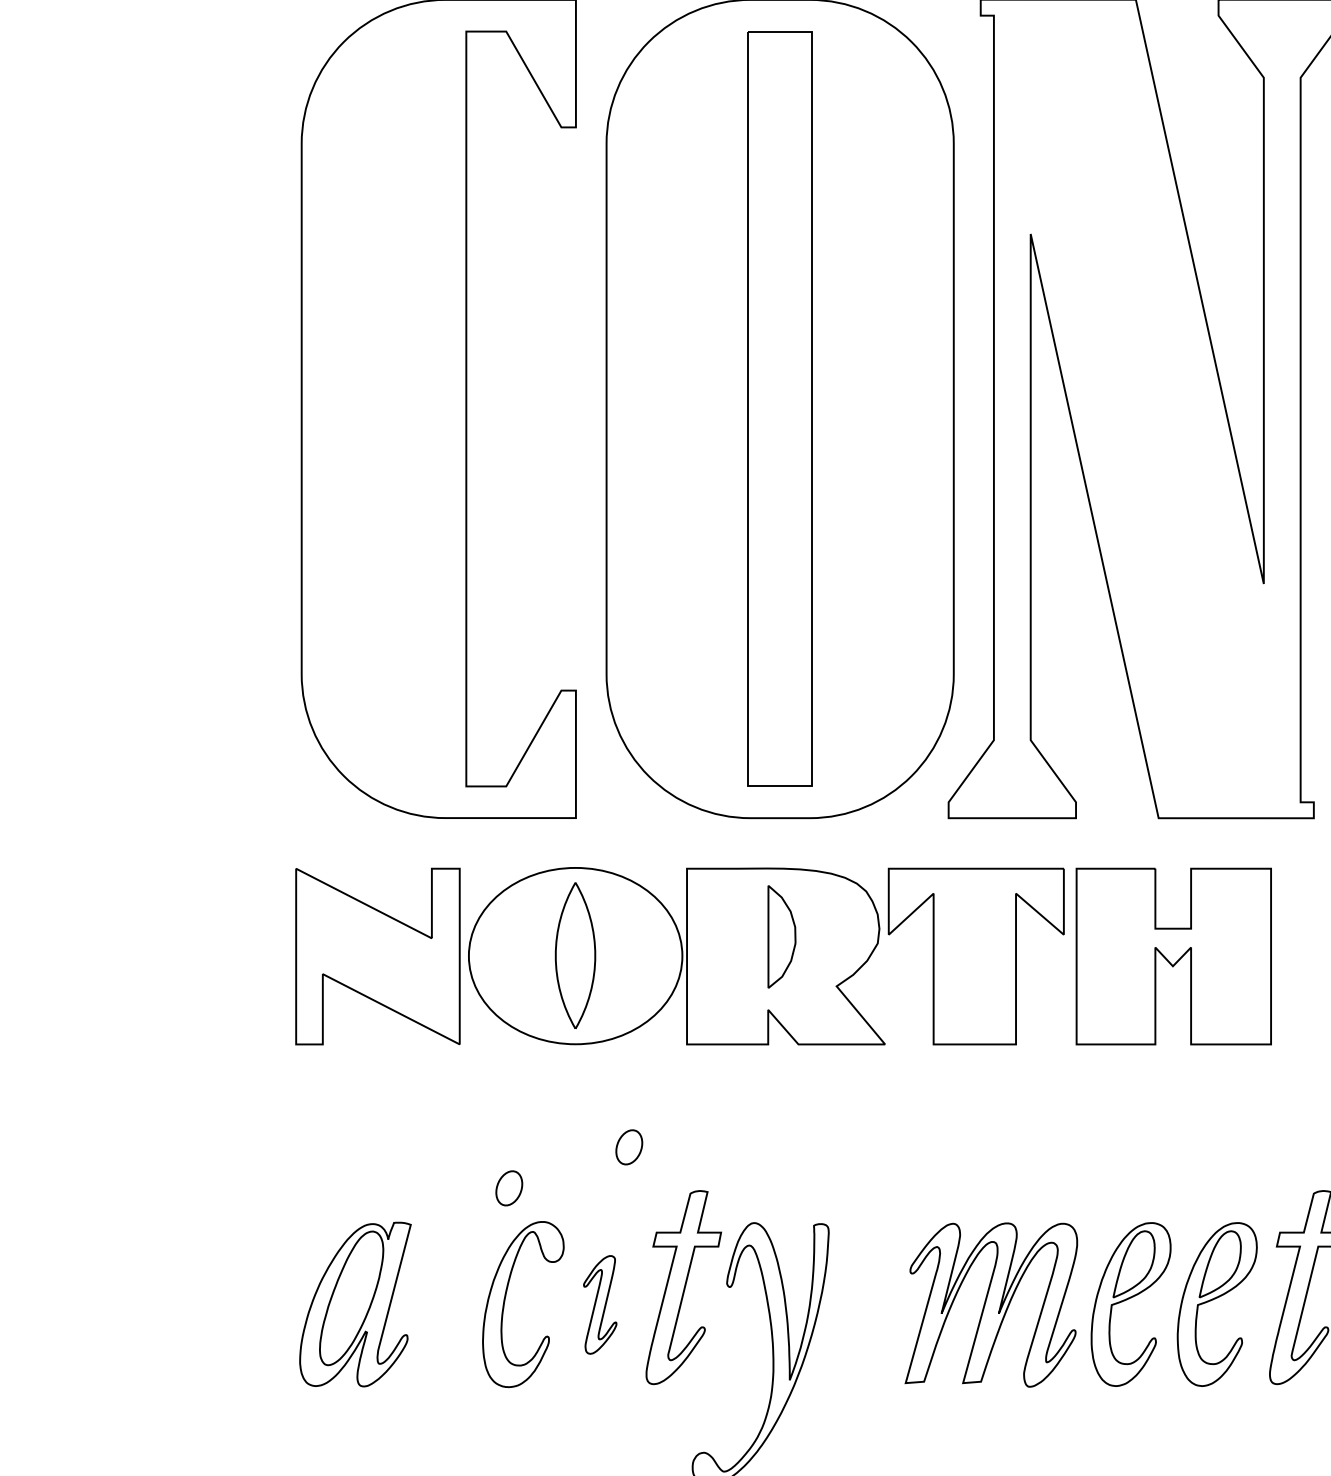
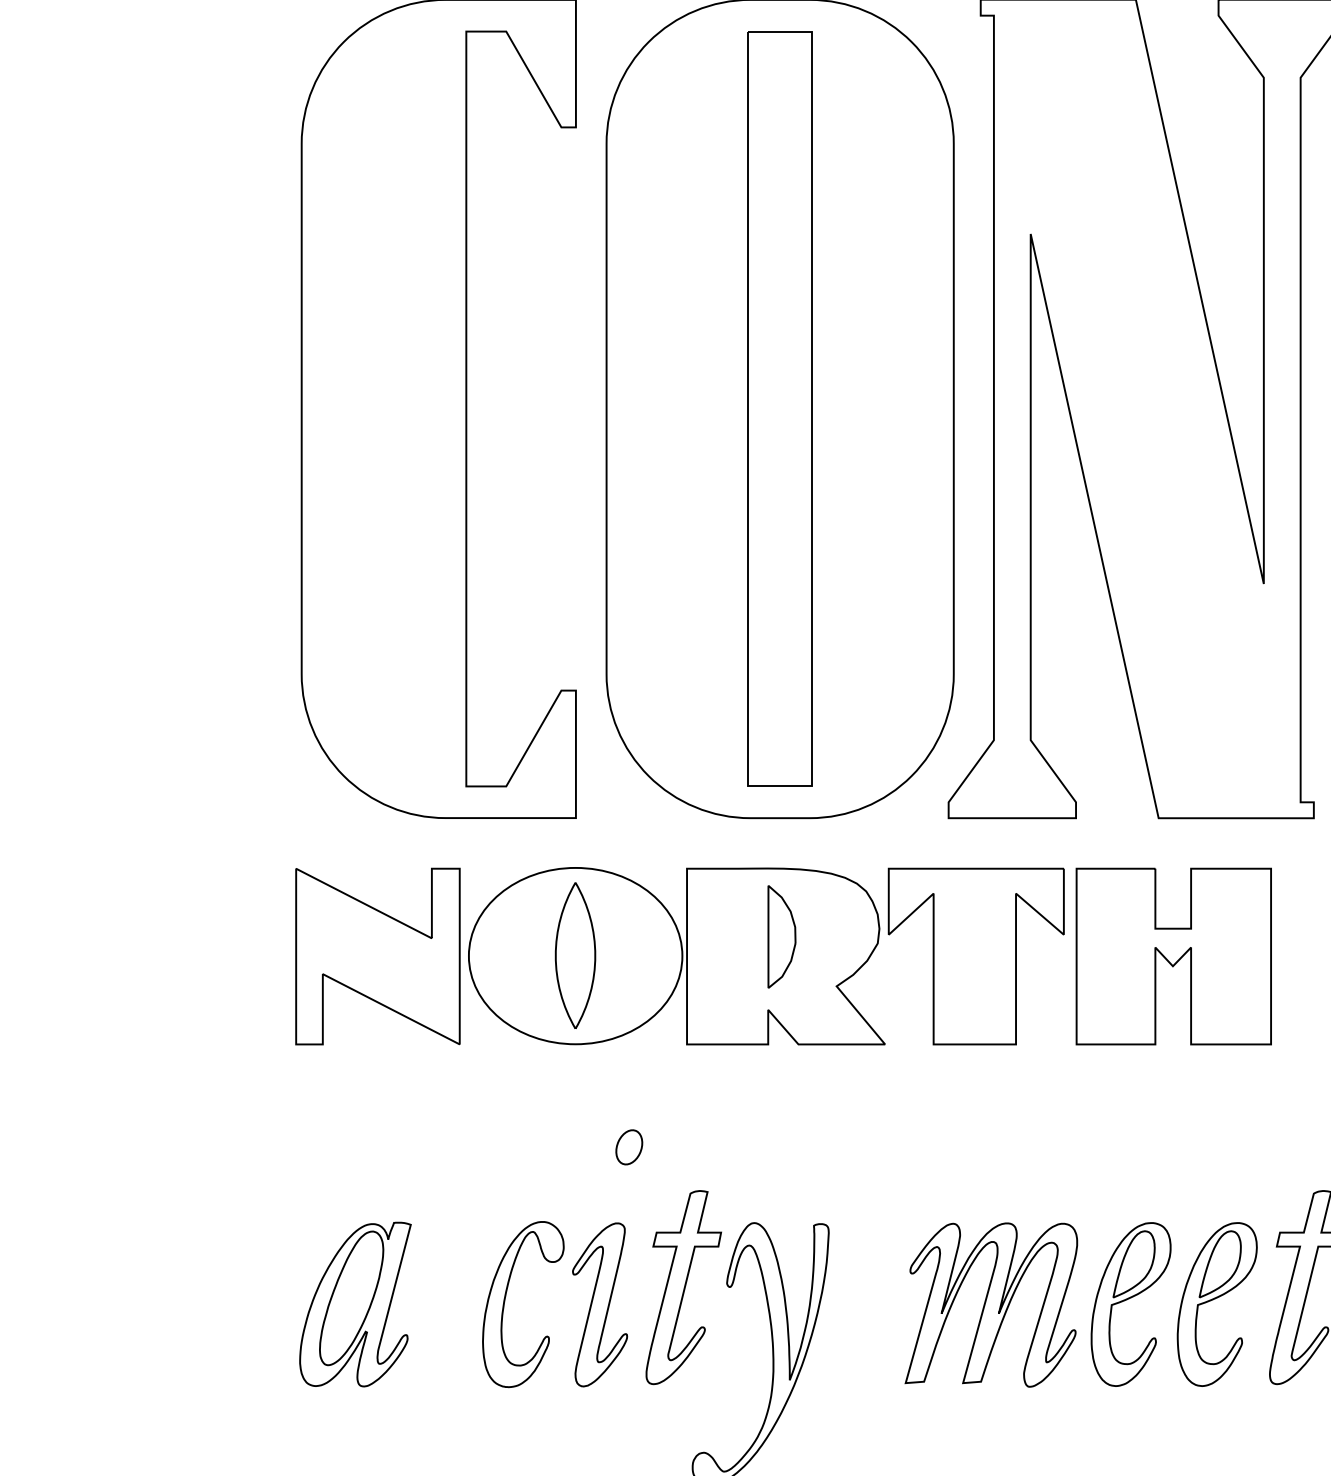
part at (509, 1188): present -> none
part at (600, 1304) size: 35x100 px -> 57x166 px
